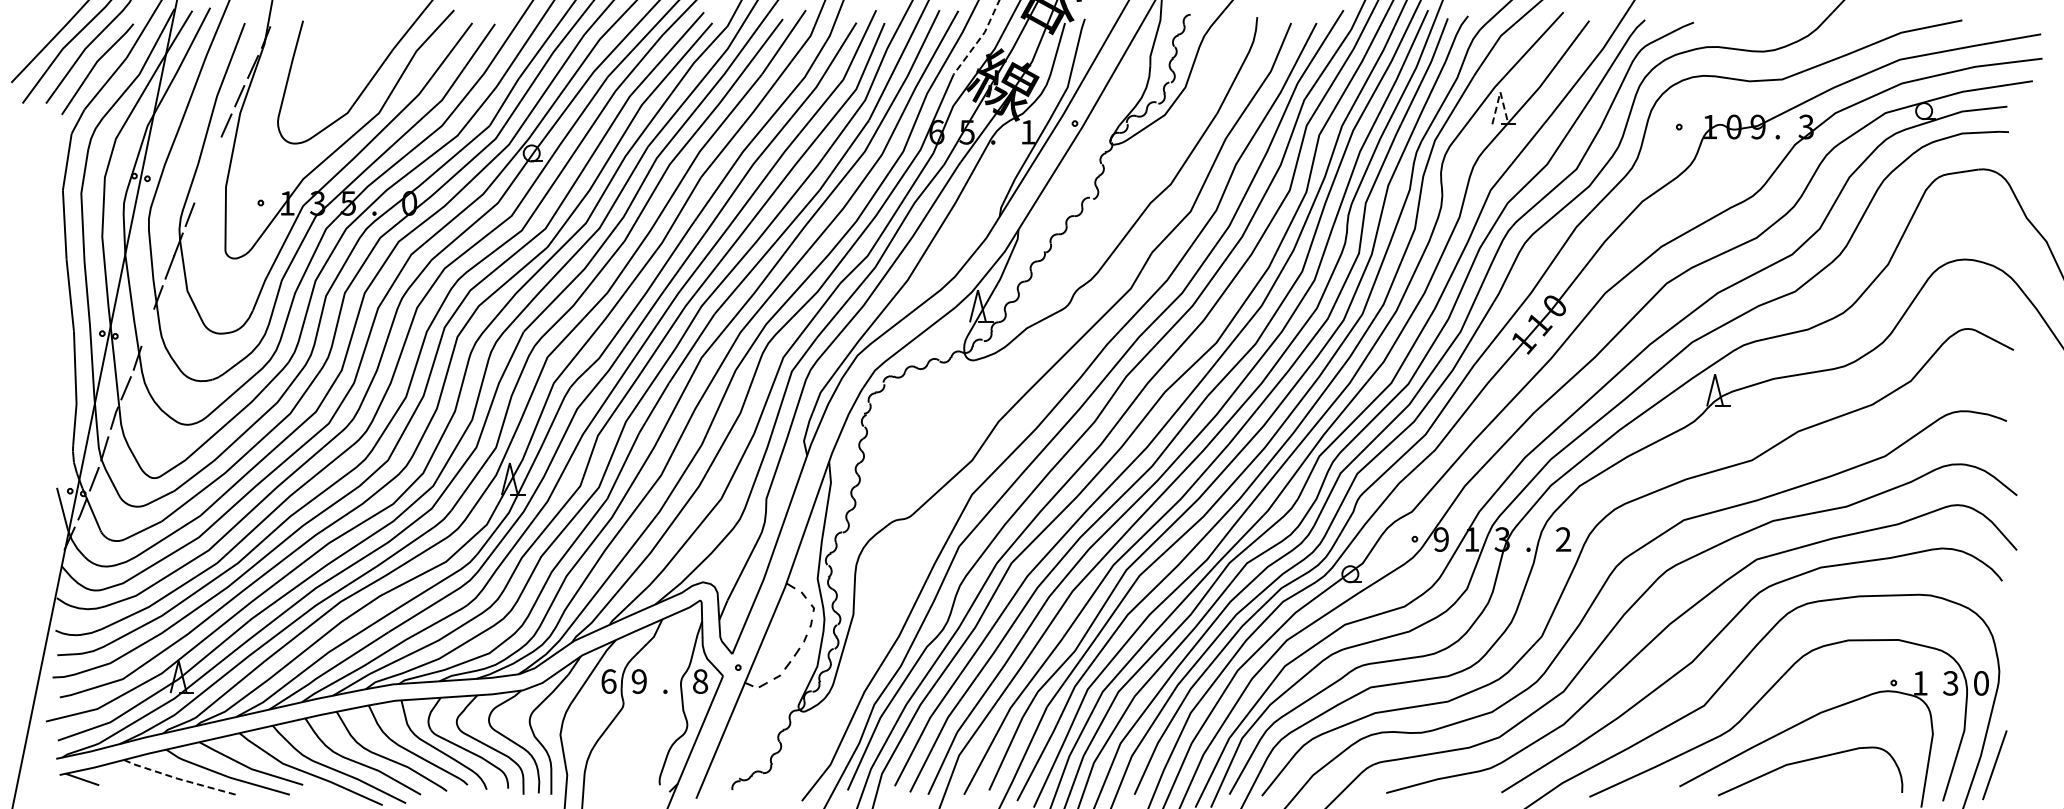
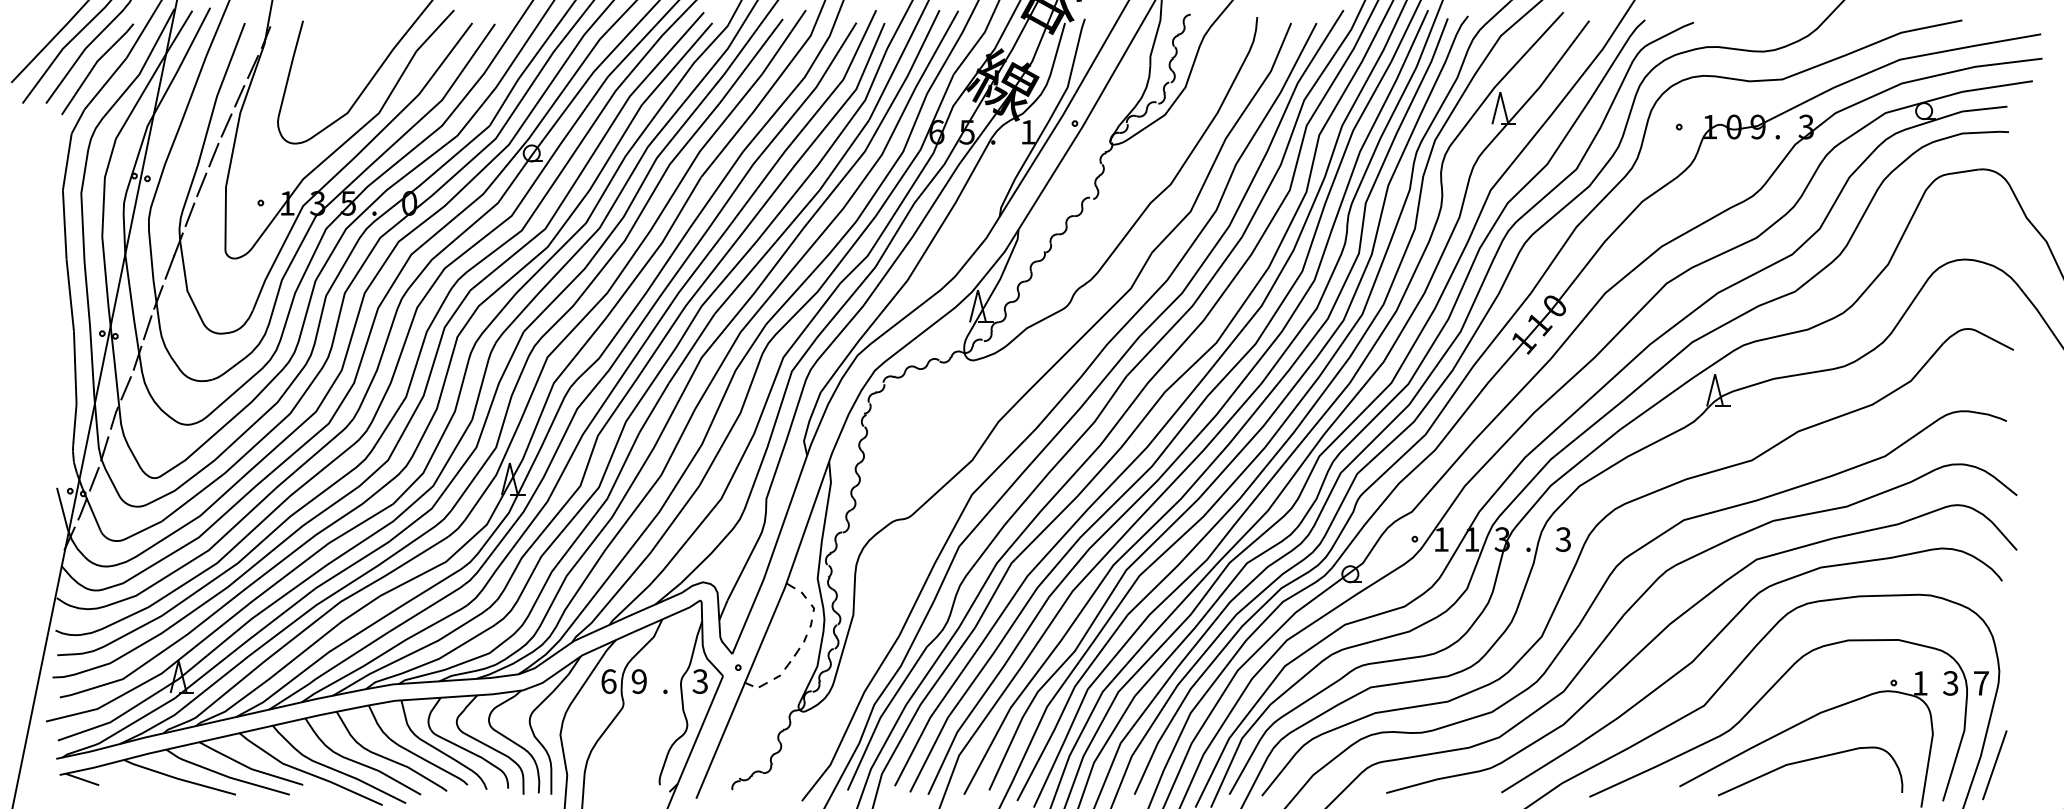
line at (979, 39): dashed -> solid
line at (1500, 92): dashed -> solid
line at (213, 154): none -> present
line at (201, 184): none -> present
line at (147, 327): none -> present
text at (1440, 539): 9 -> 1
text at (1563, 539): 2 -> 3
text at (700, 681): 8 -> 3
text at (1981, 683): 0 -> 7
line at (178, 779): dashed -> solid
